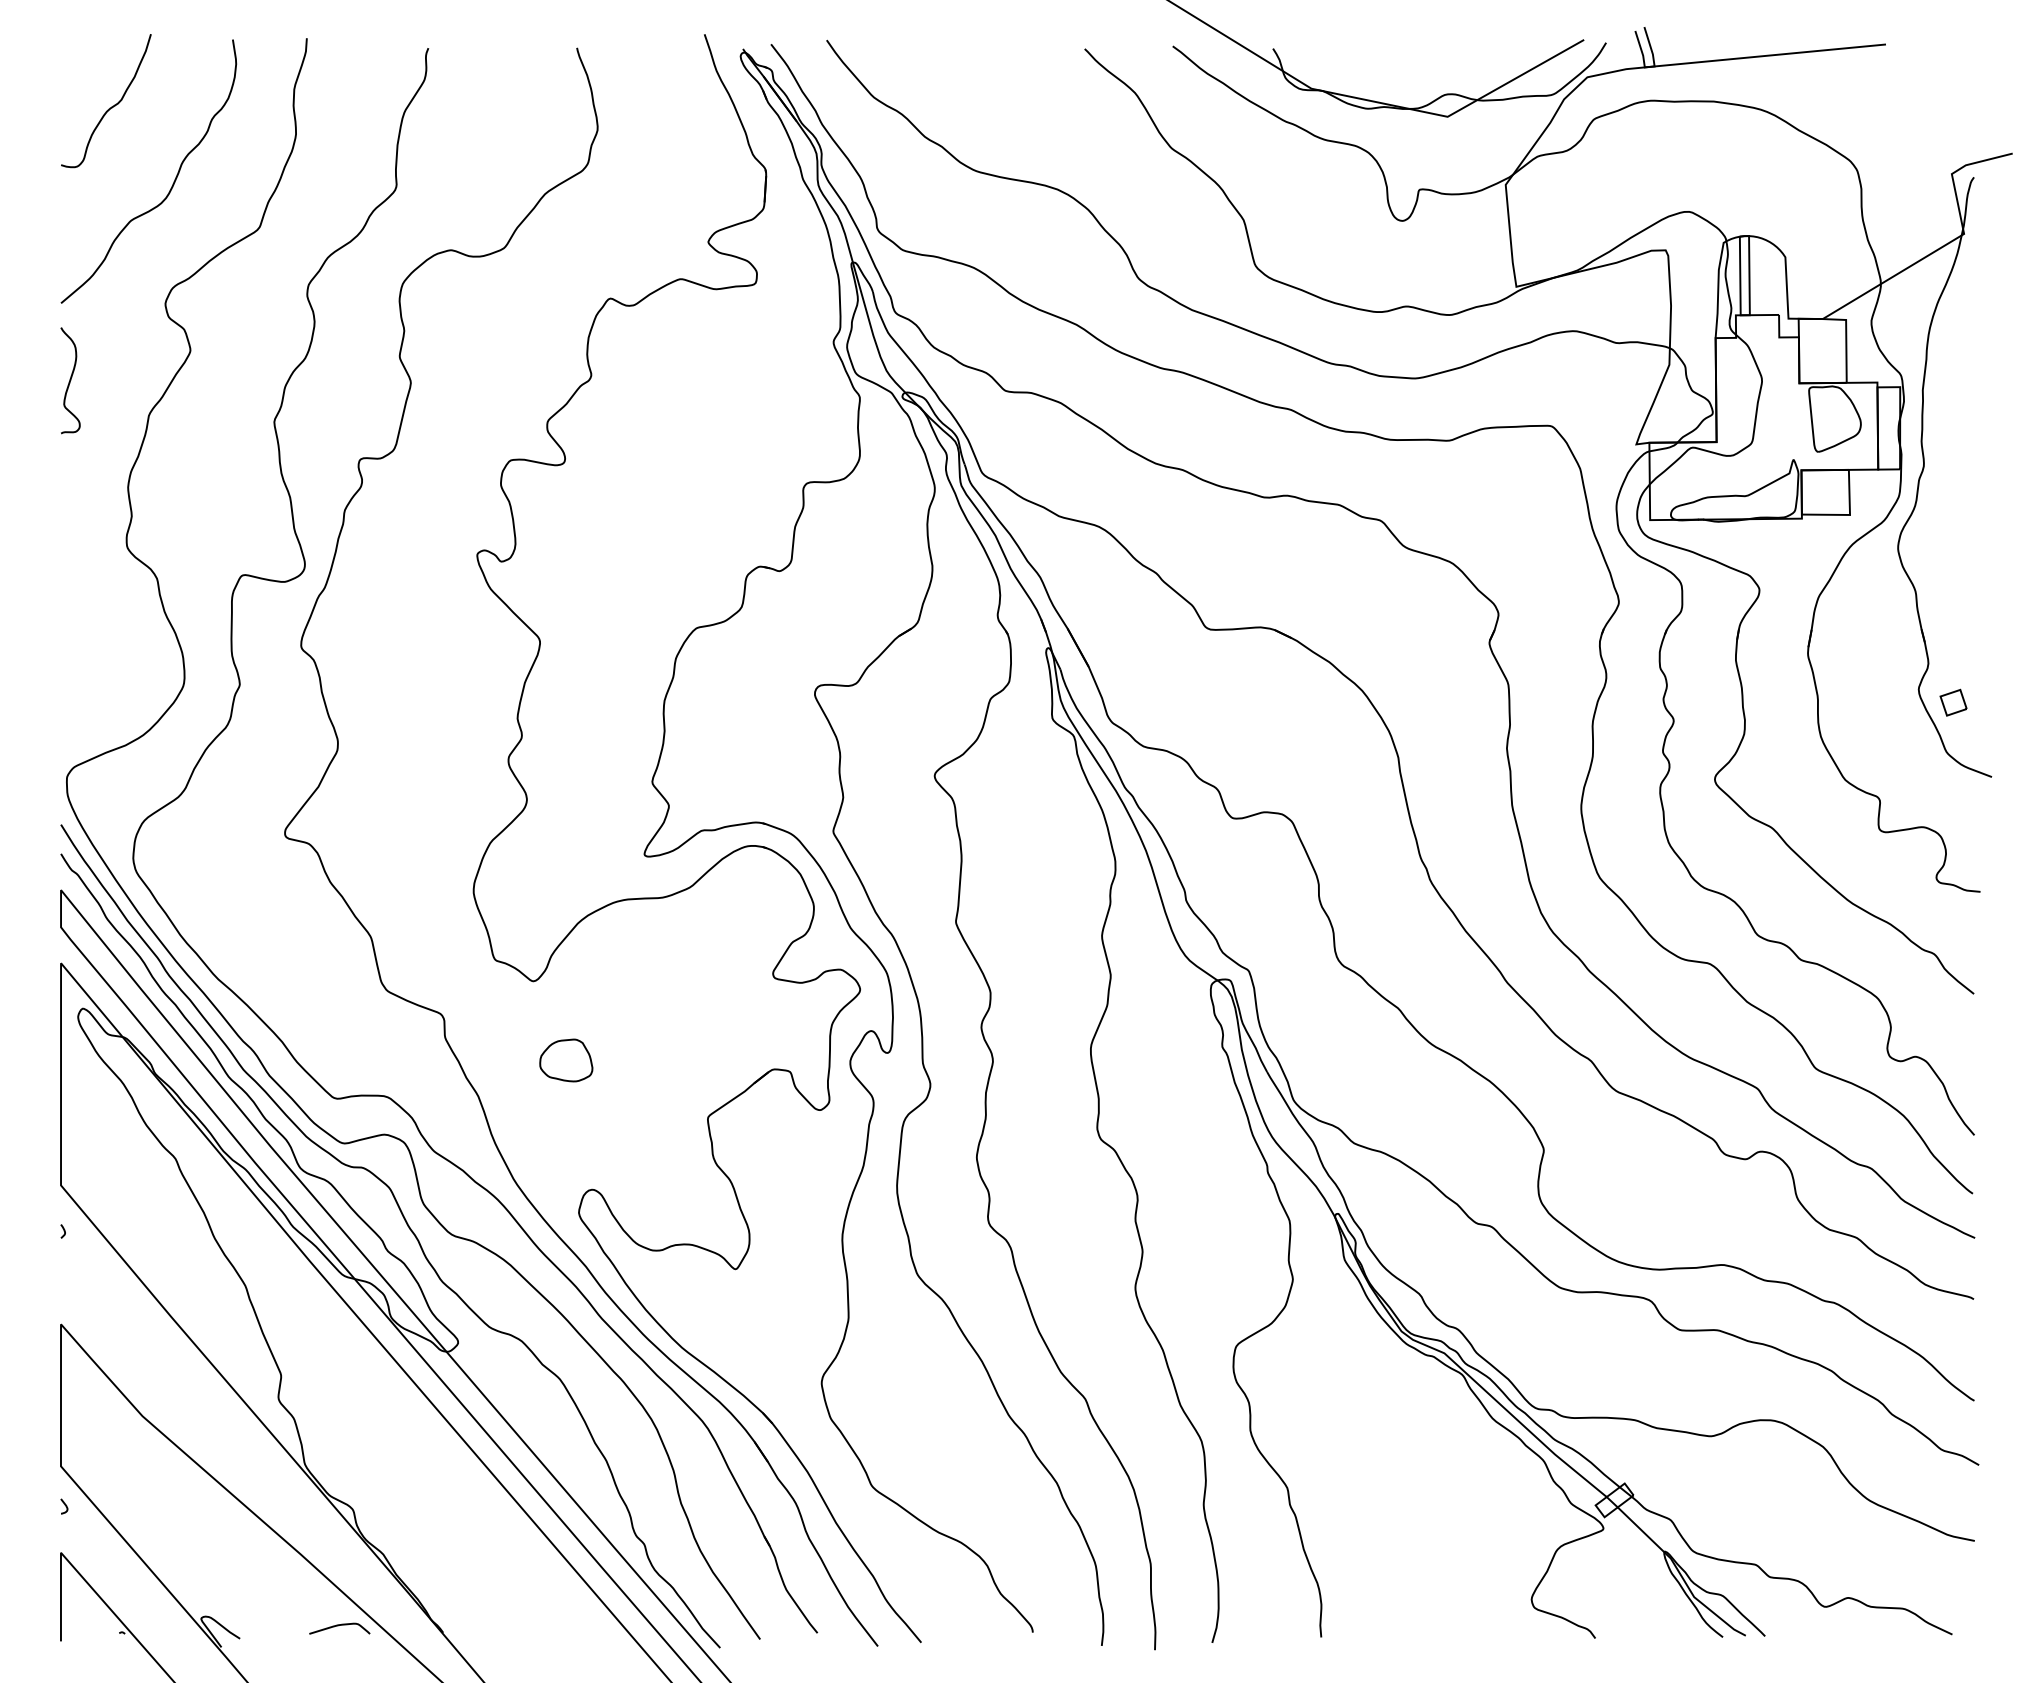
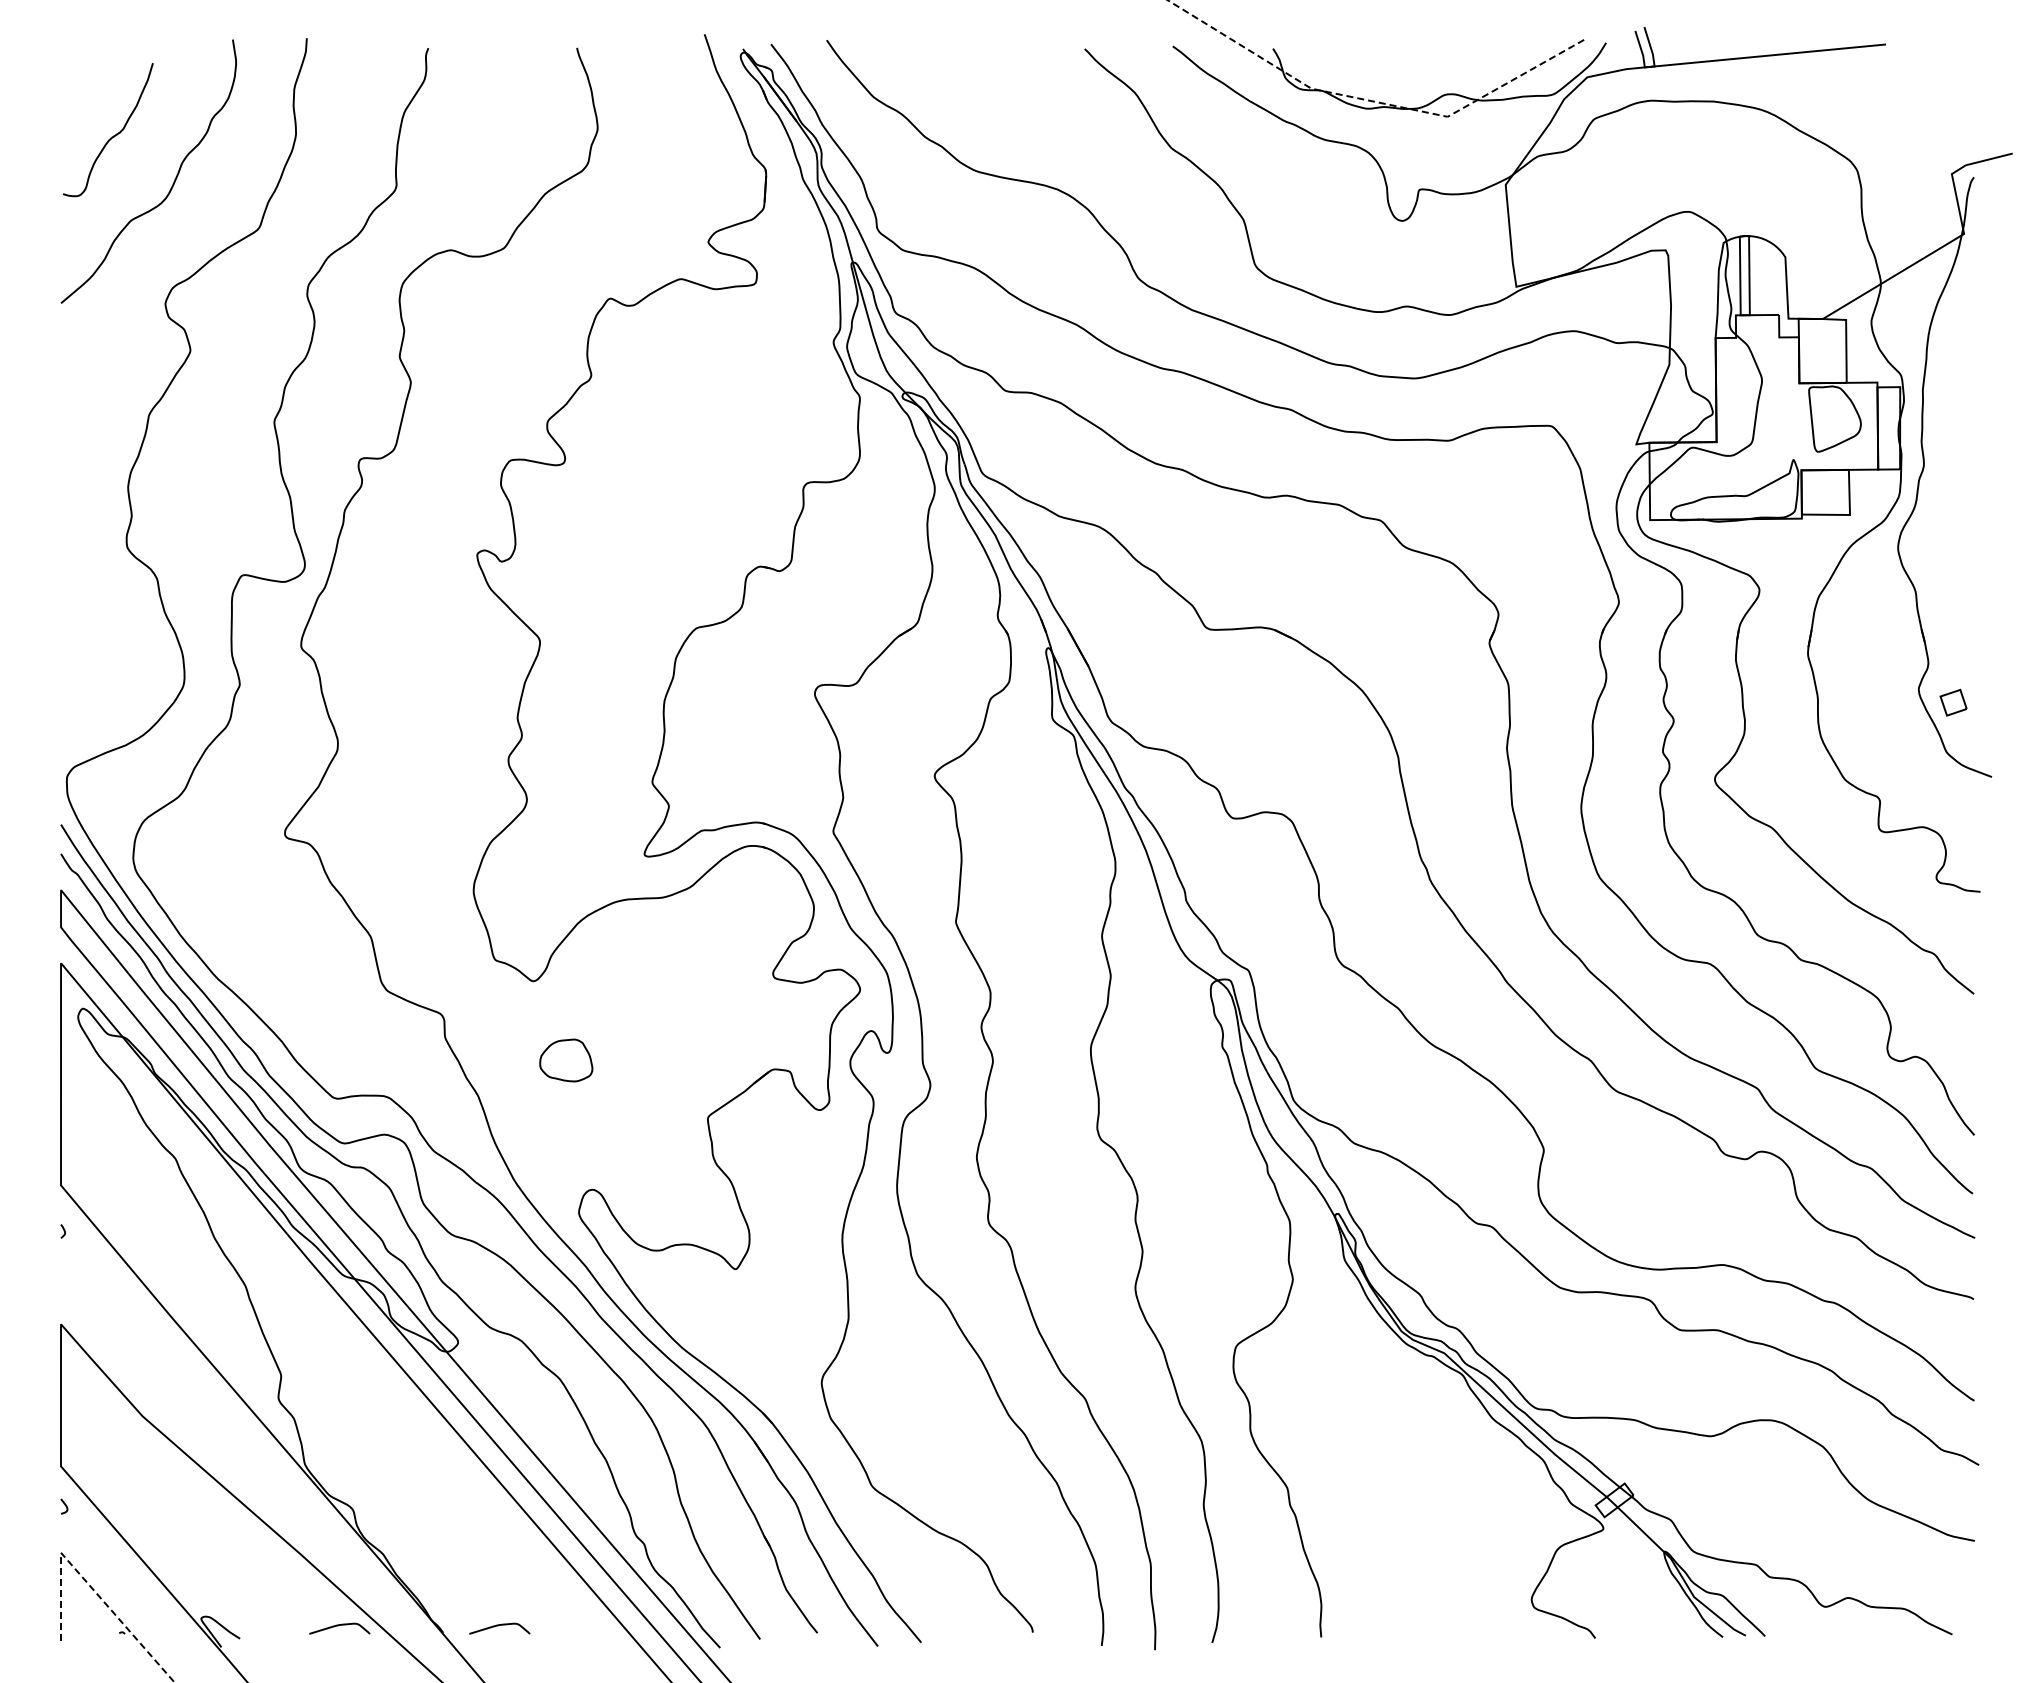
line at (1373, 101): solid -> dashed
curve at (111, 106) position: (111, 106) -> (113, 135)
curve at (70, 380): present -> none
line at (88, 1584): solid -> dashed
curve at (498, 1626): none -> present
